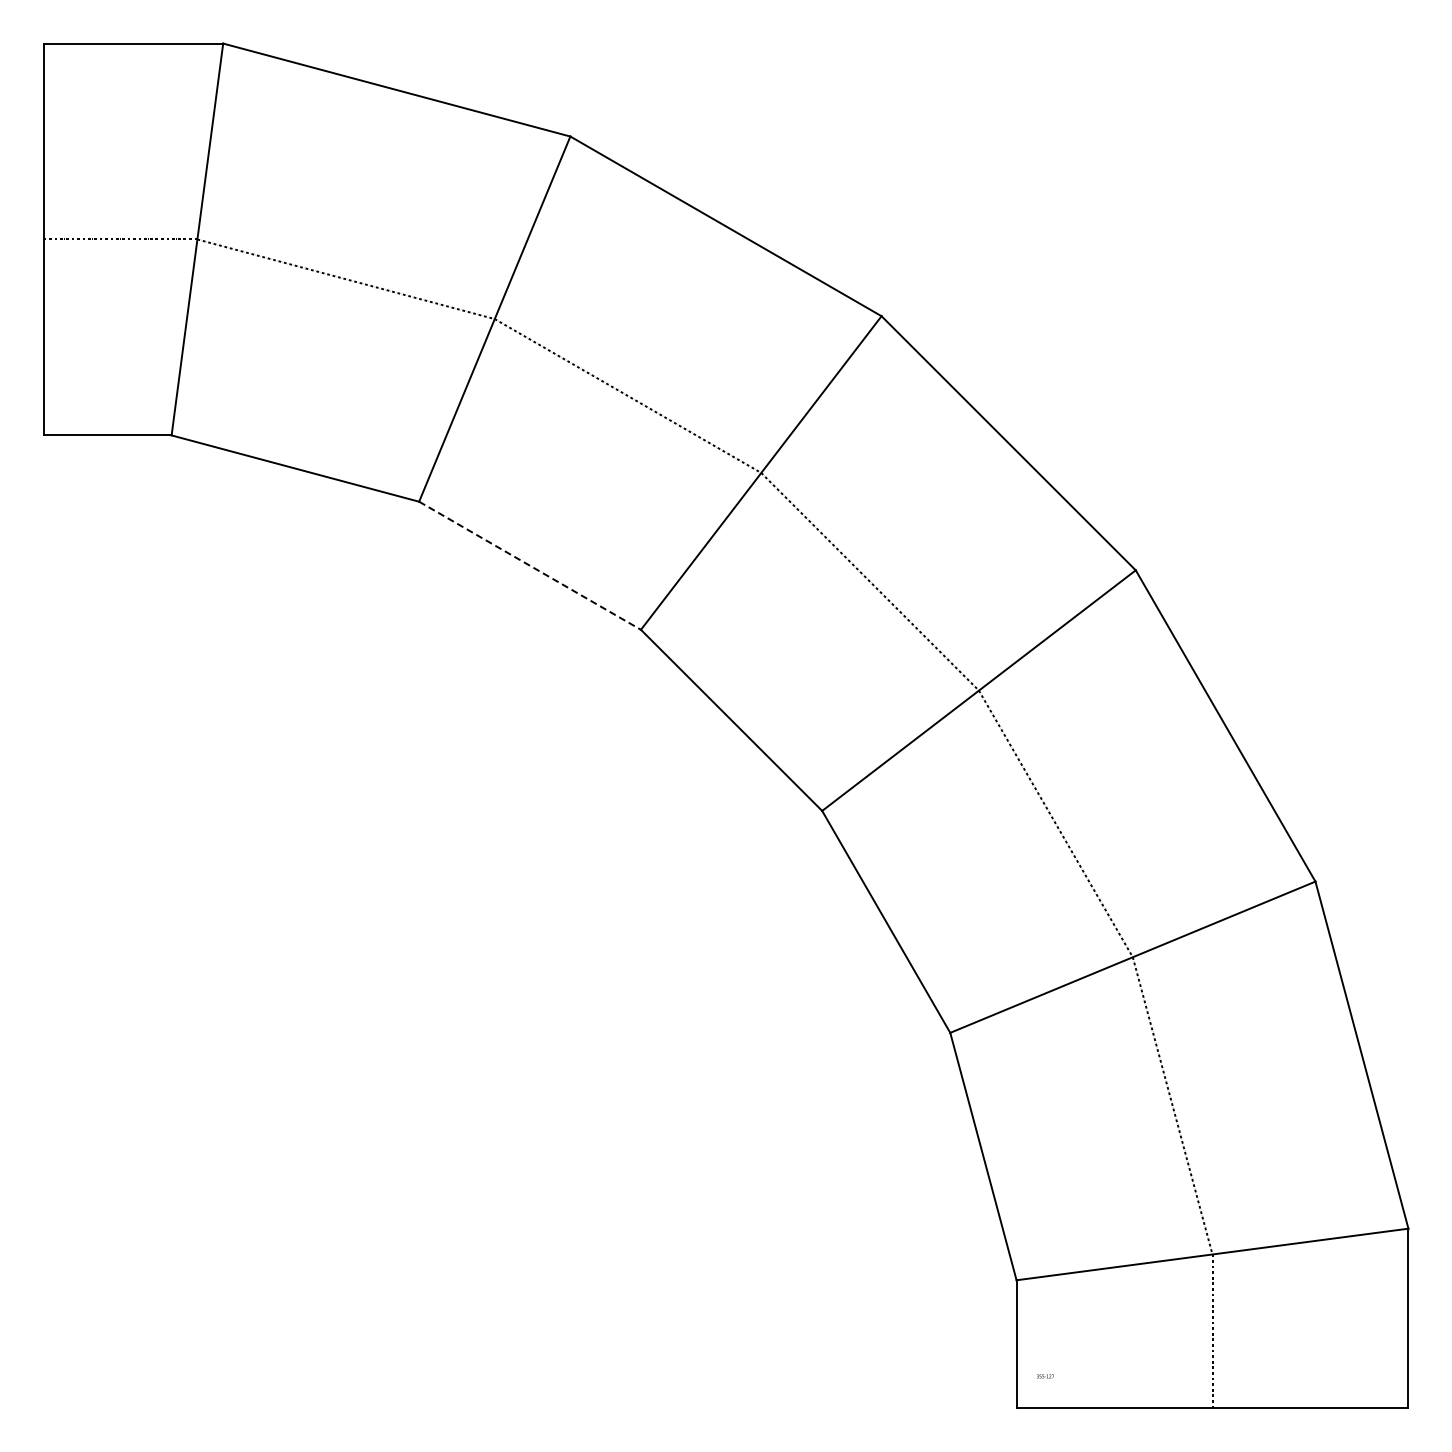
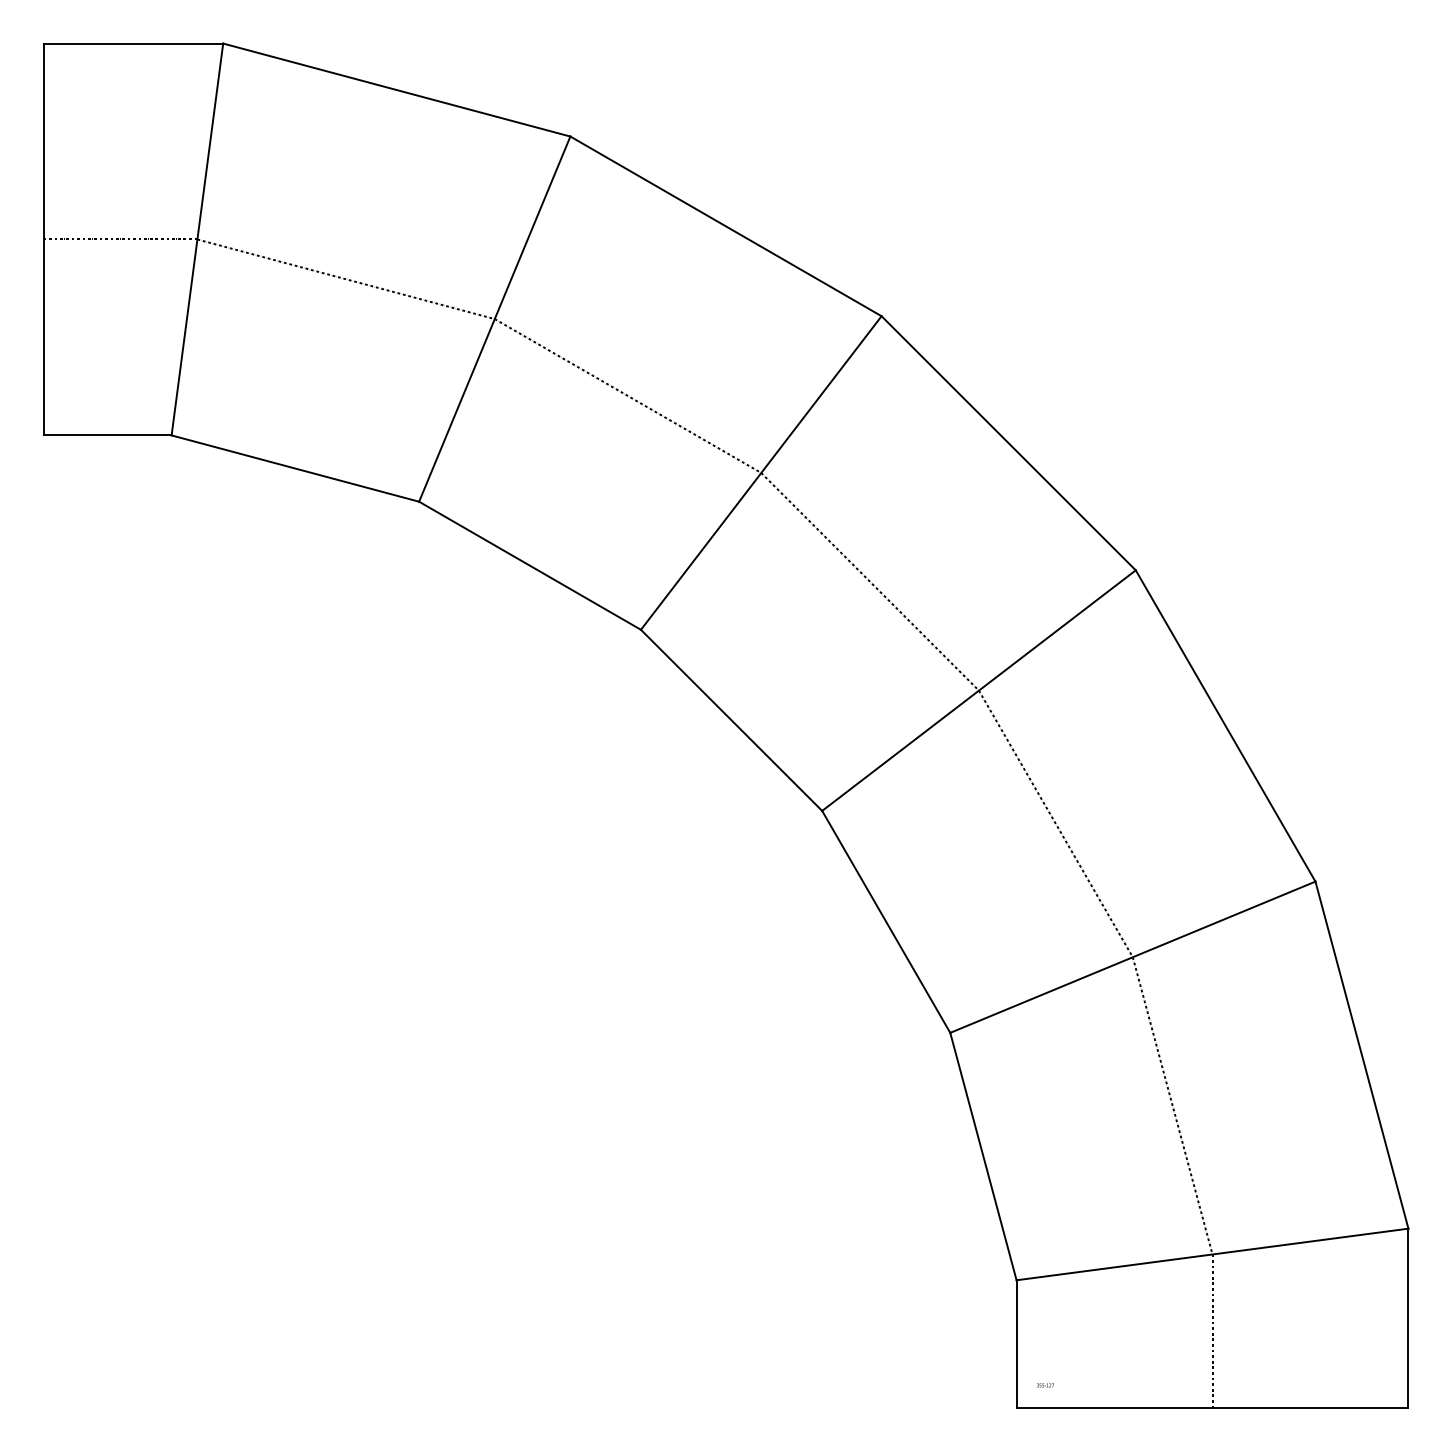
line at (530, 566): dashed -> solid
text at (1045, 1376) position: (1045, 1376) -> (1045, 1385)
